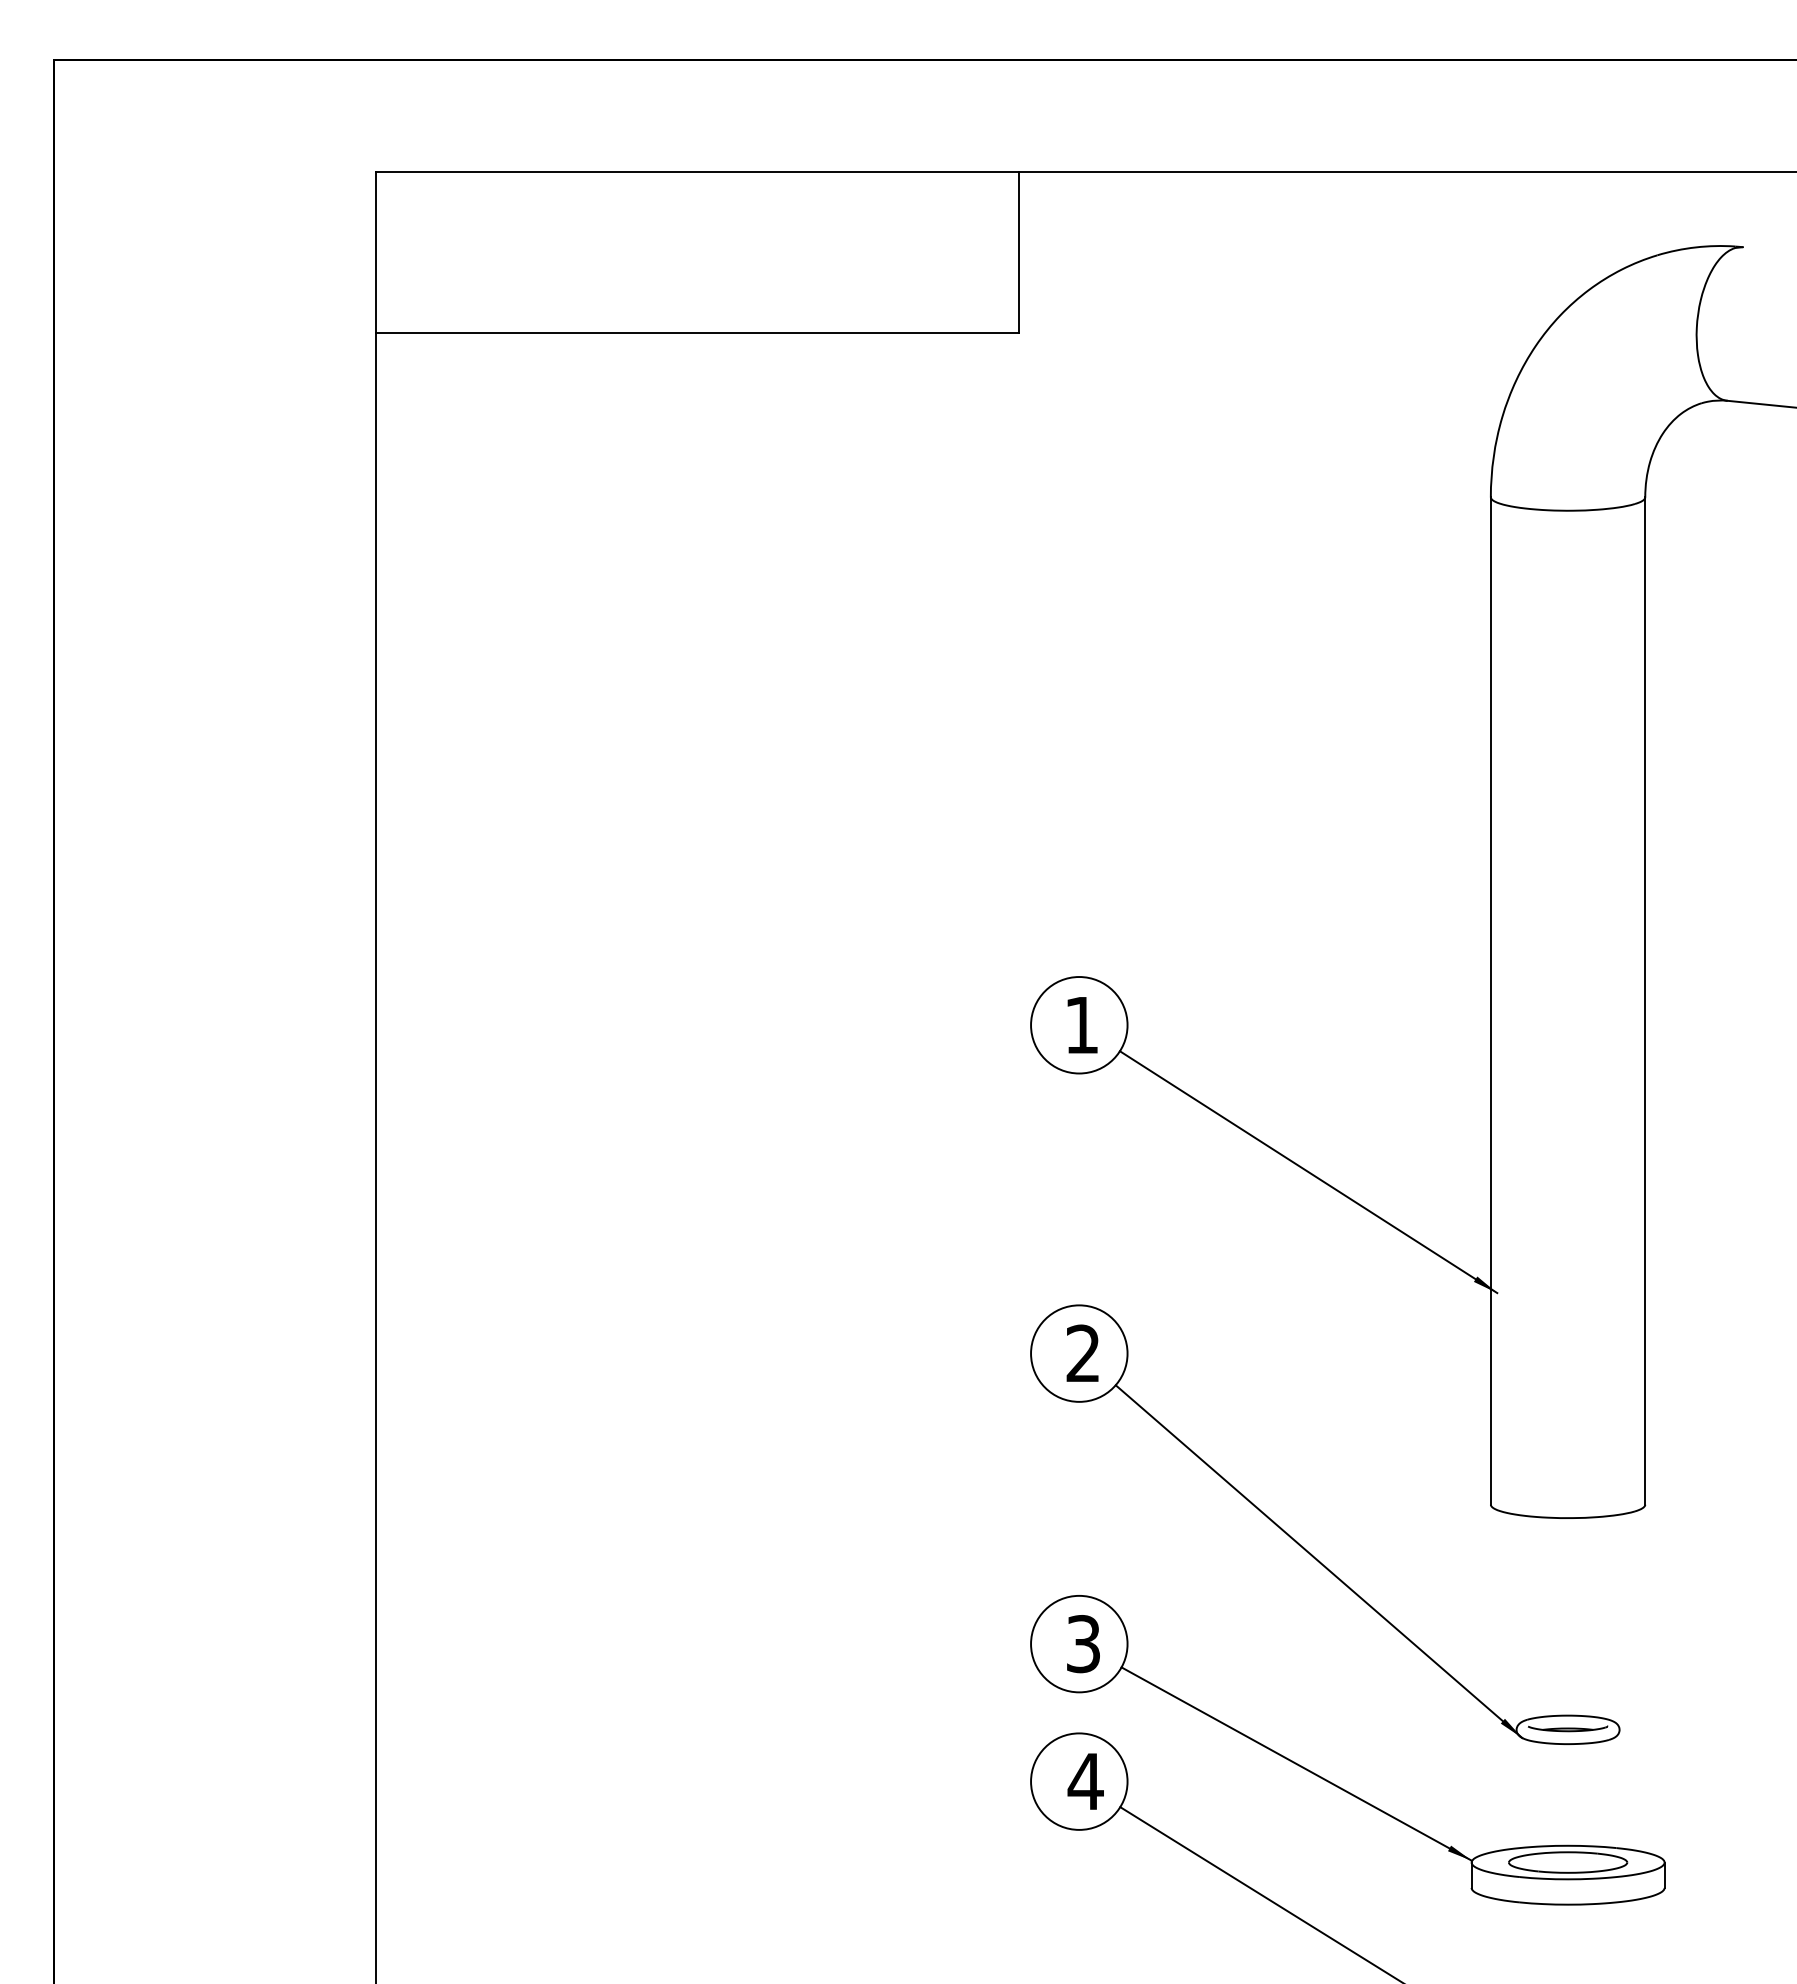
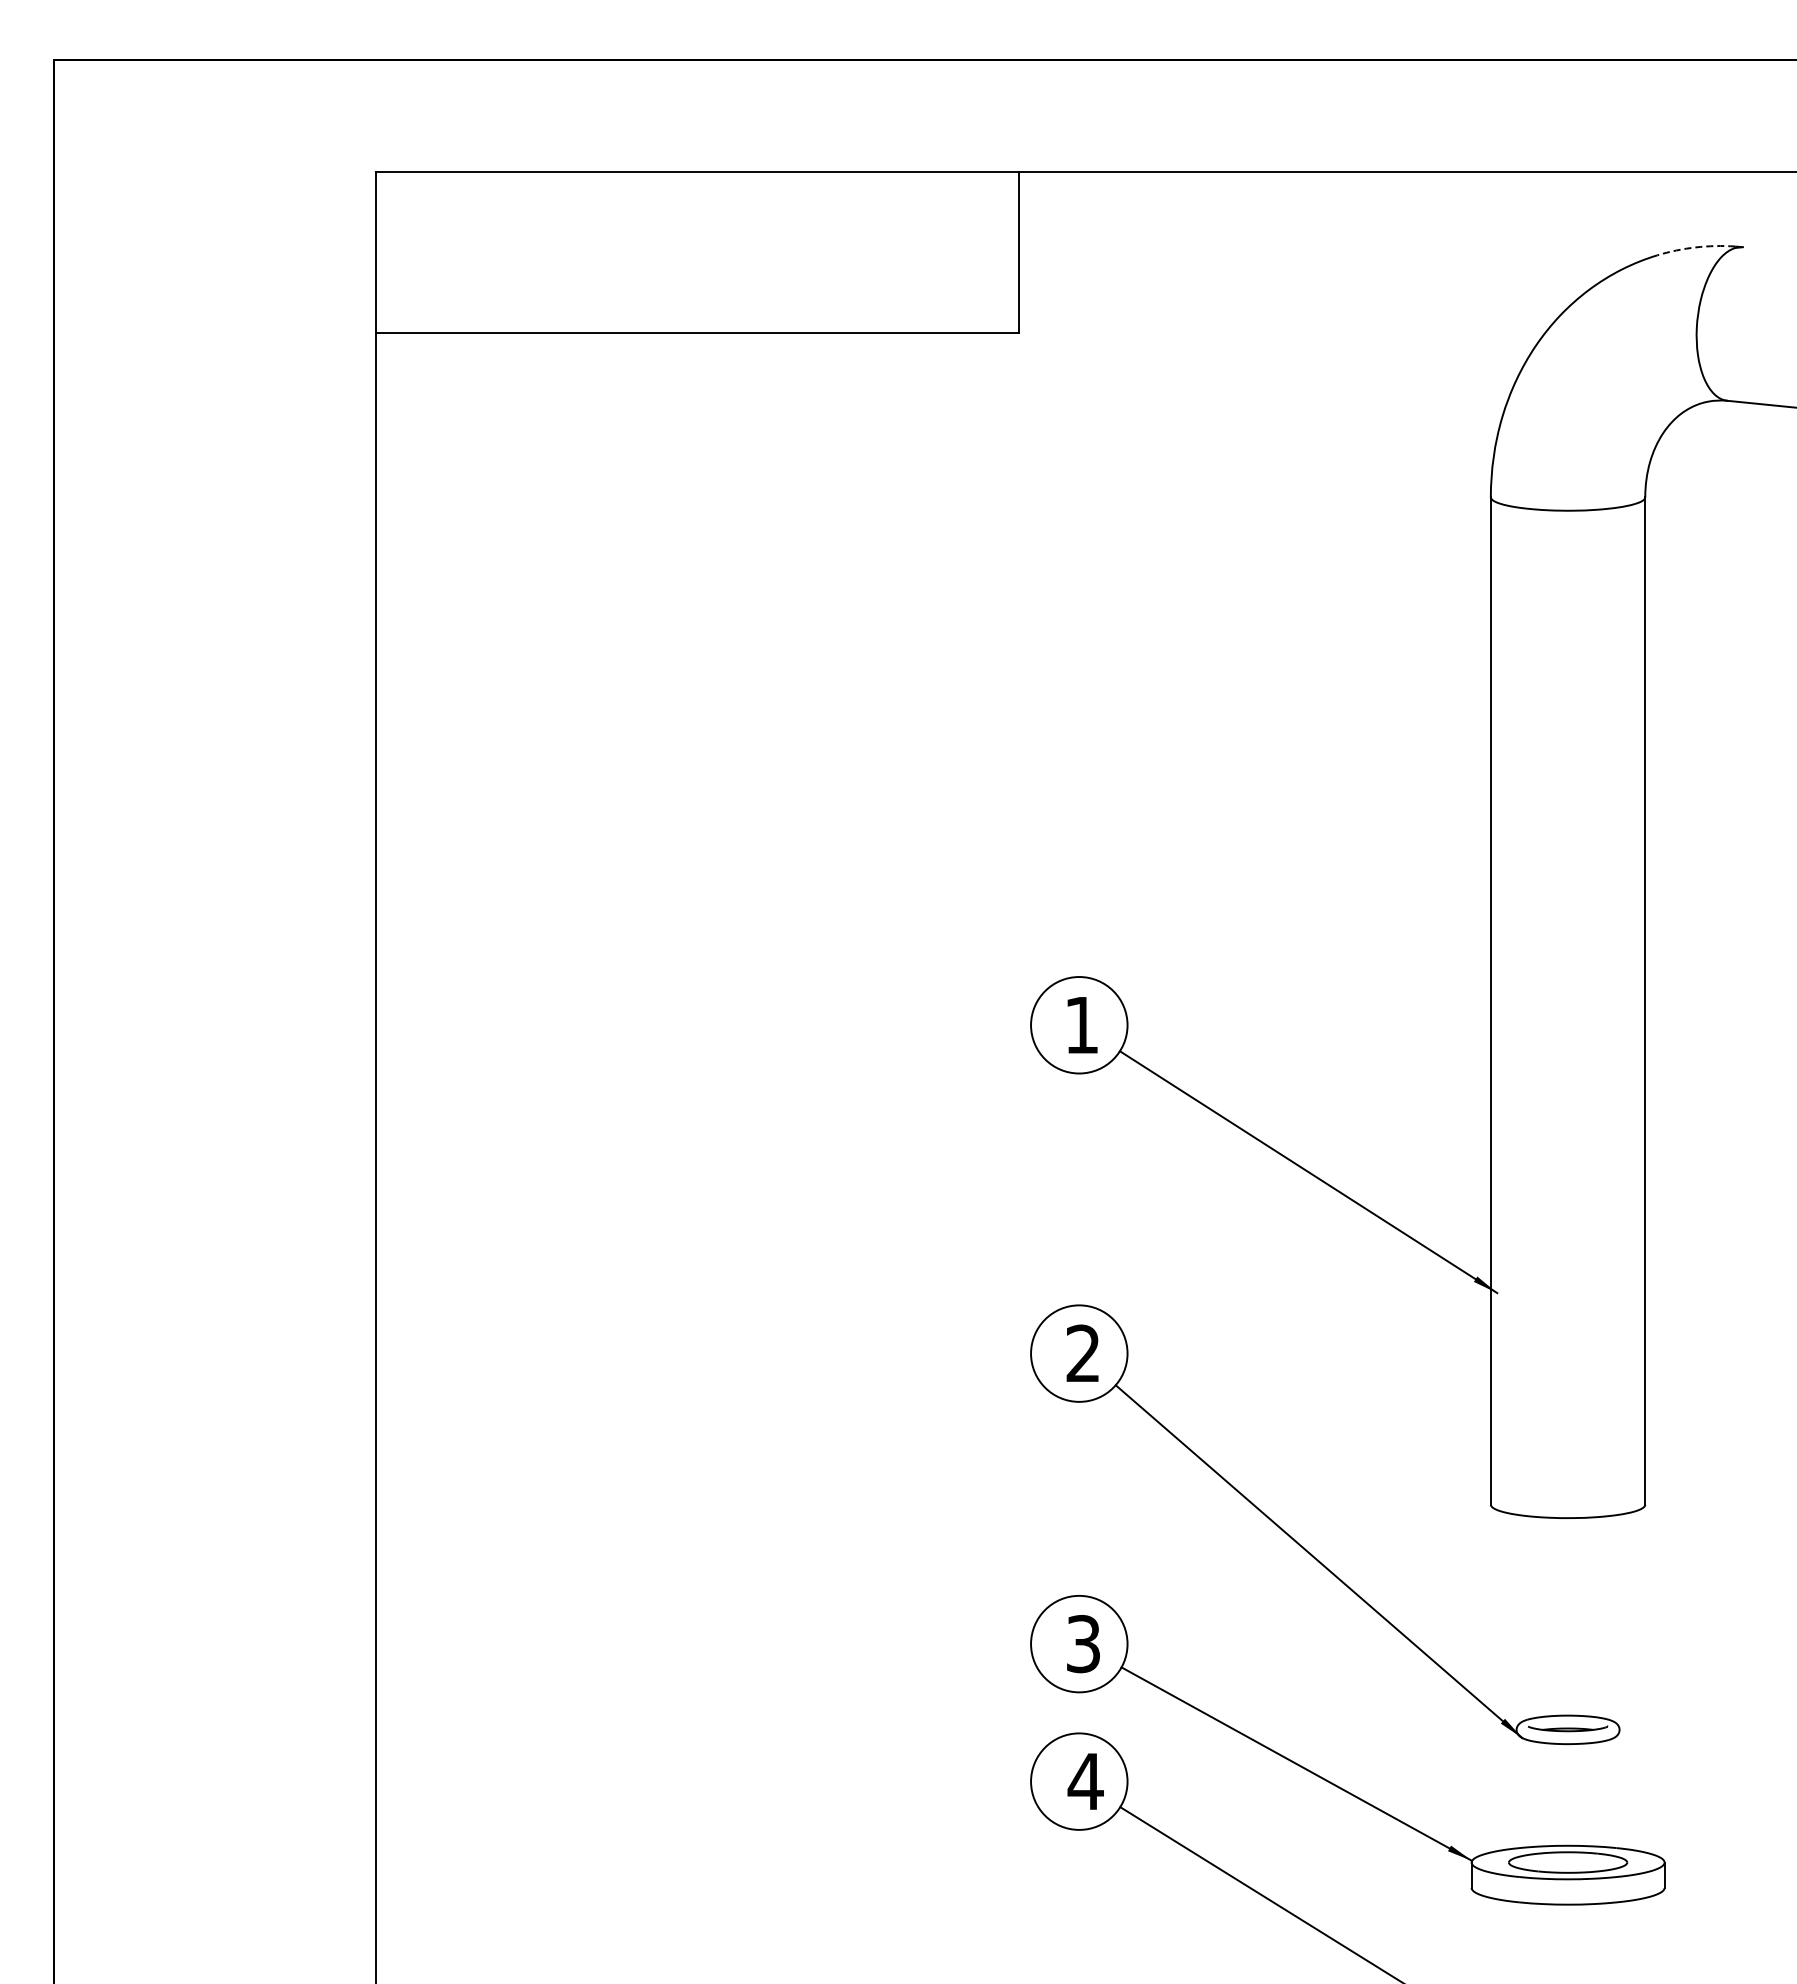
arc at (1695, 247): solid -> dashed
